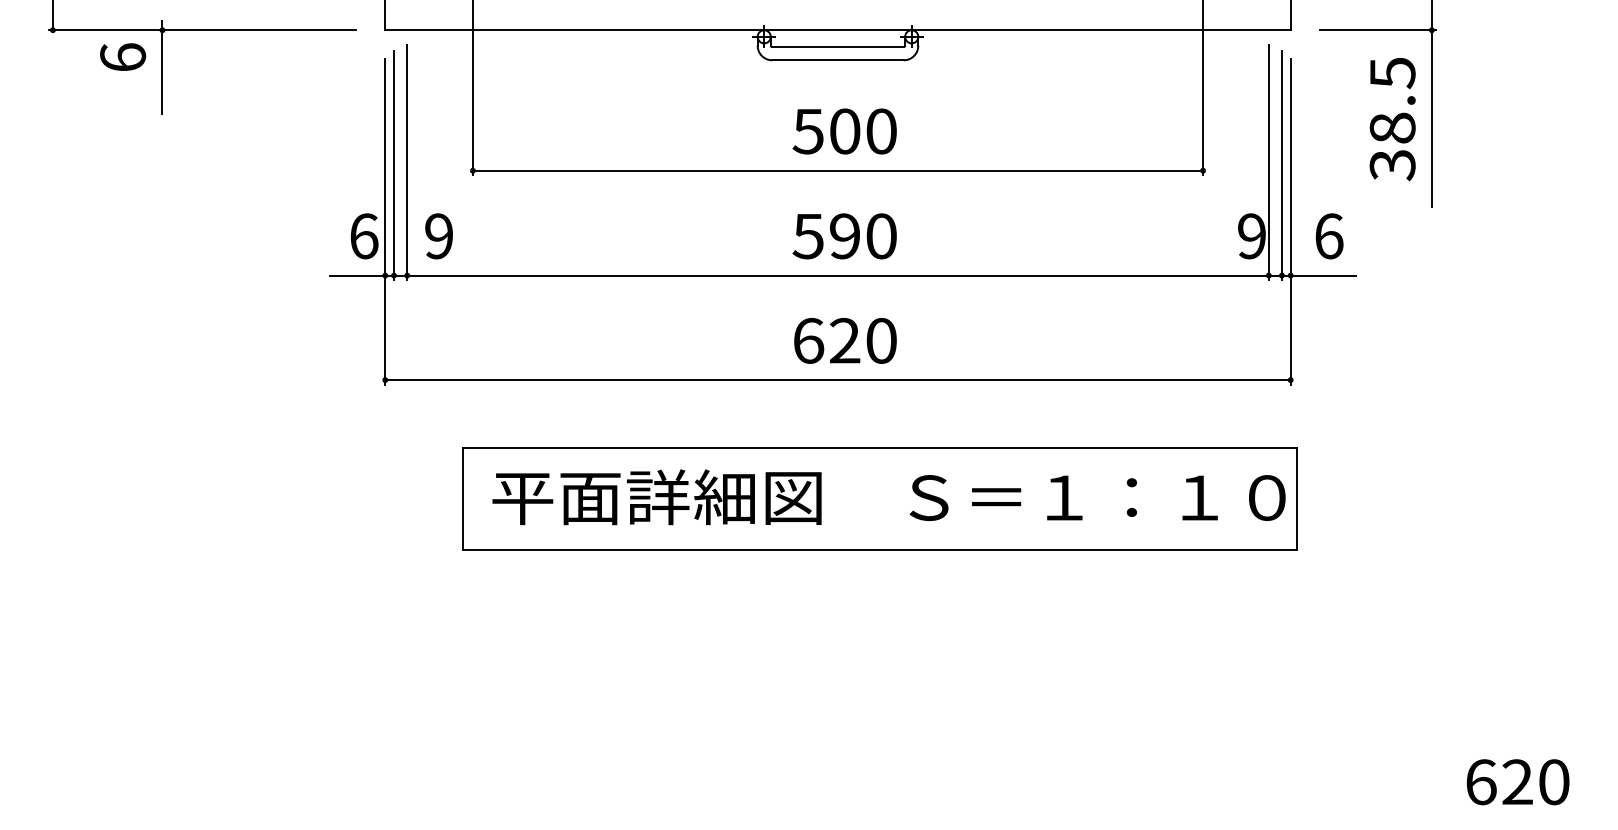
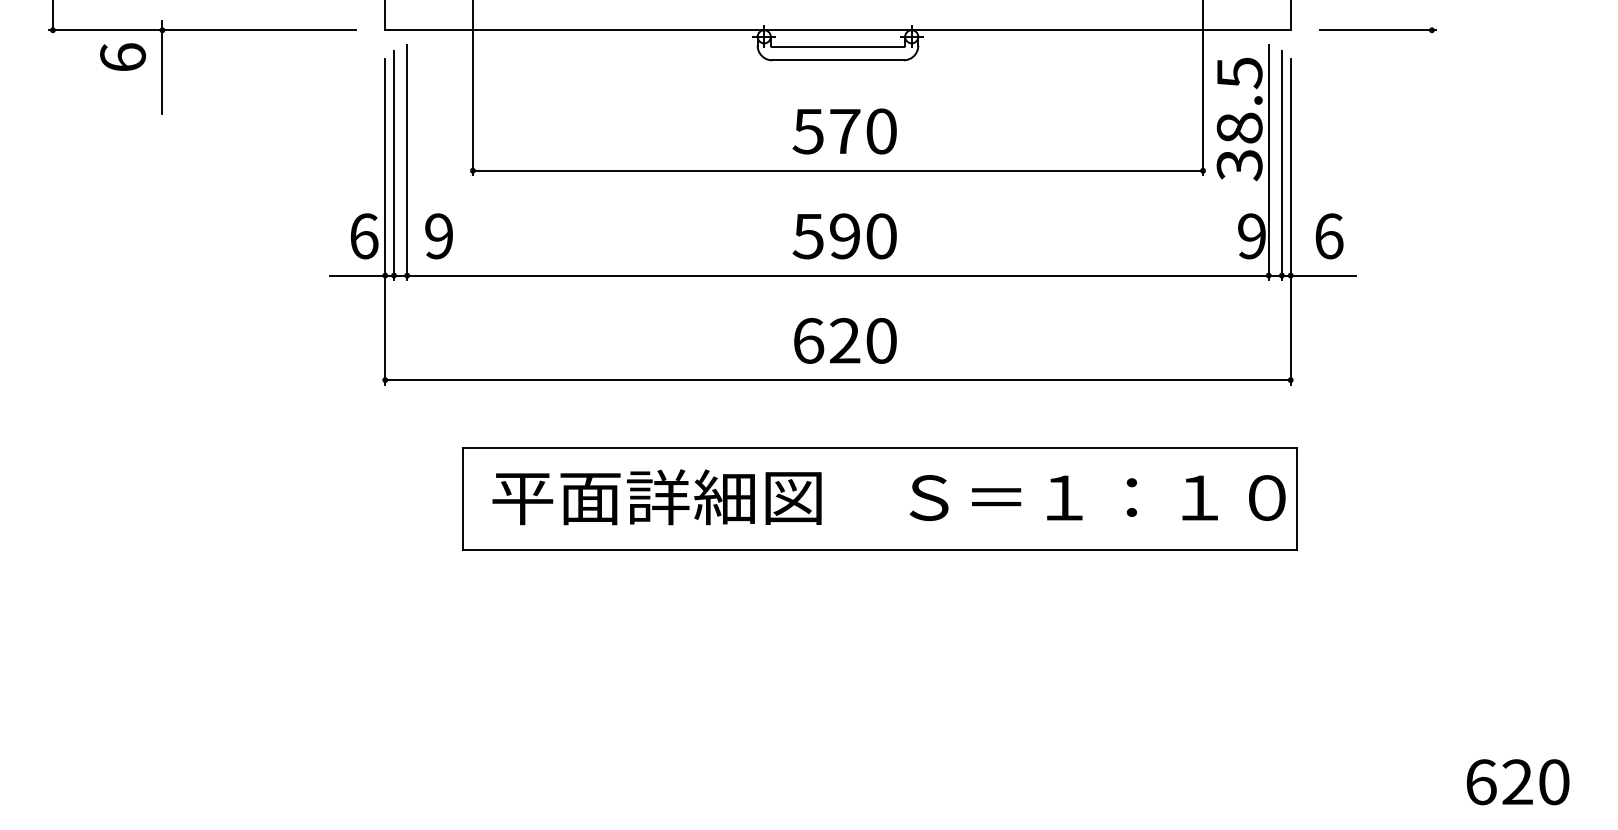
line at (1431, 104): present -> none
text at (1392, 119) position: (1392, 119) -> (1239, 119)
text at (845, 131): 500 -> 570
